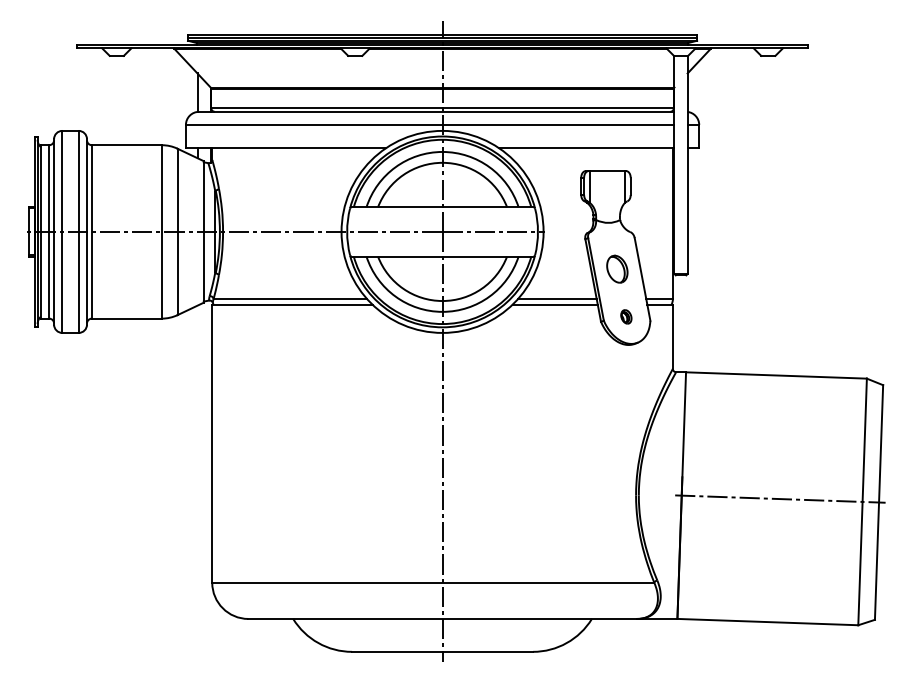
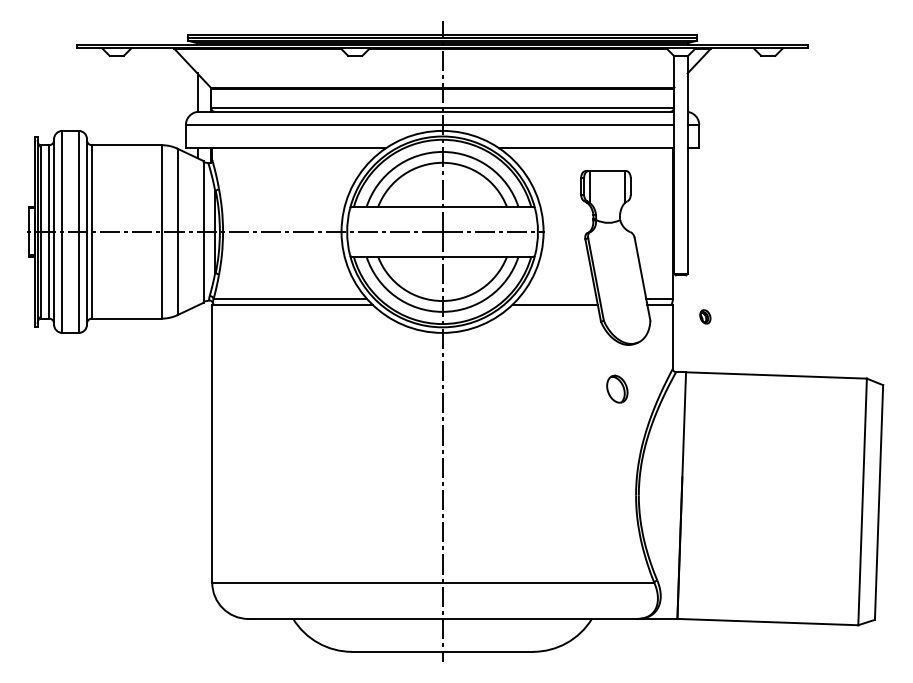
part at (617, 268) position: (617, 268) -> (617, 388)
line at (556, 299): present -> none
part at (626, 316) position: (626, 316) -> (705, 316)
line at (780, 498): present -> none
